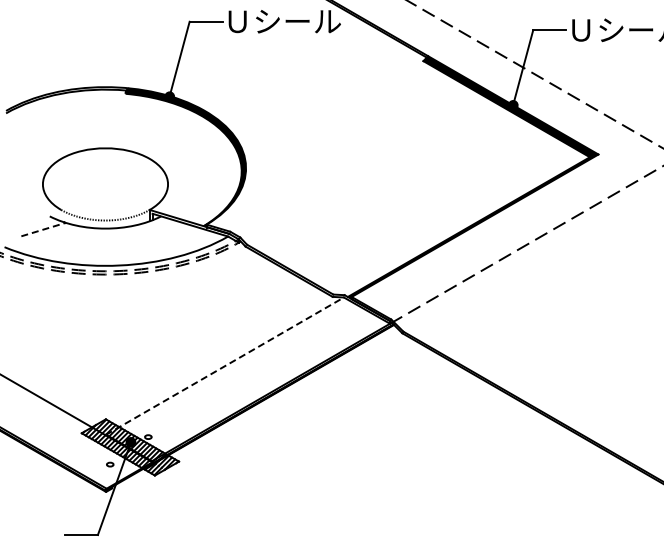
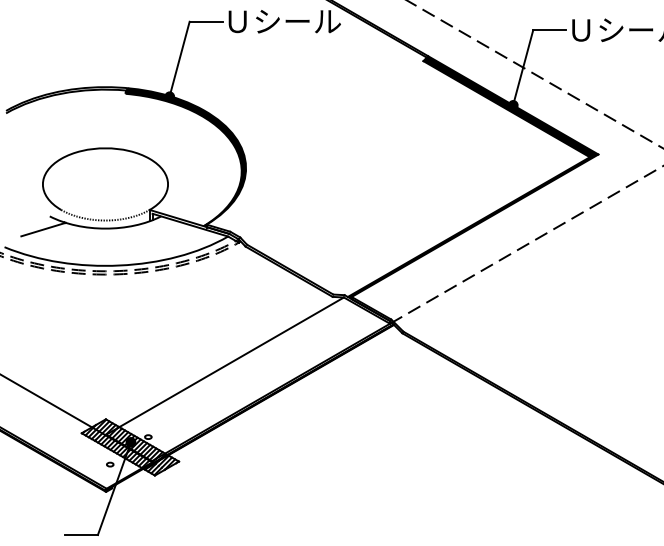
line at (44, 229): dashed -> solid
line at (225, 365): dashed -> solid
